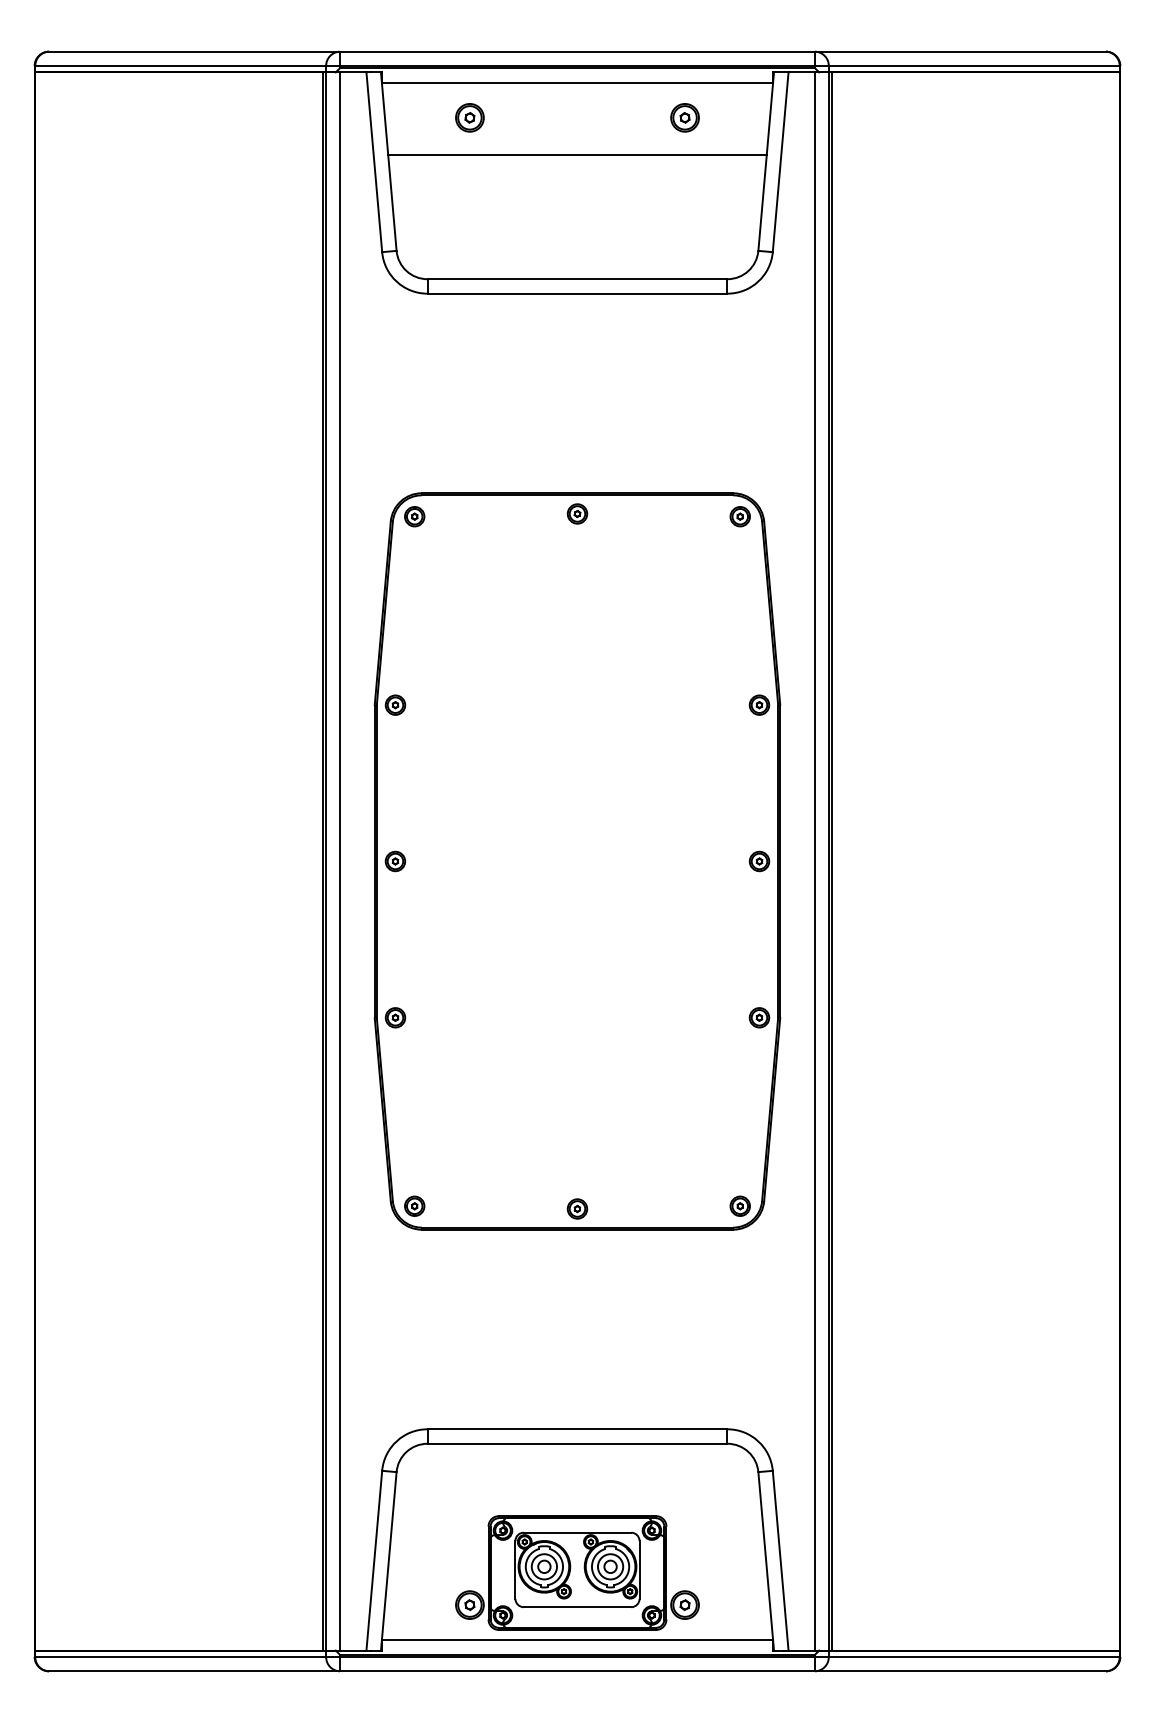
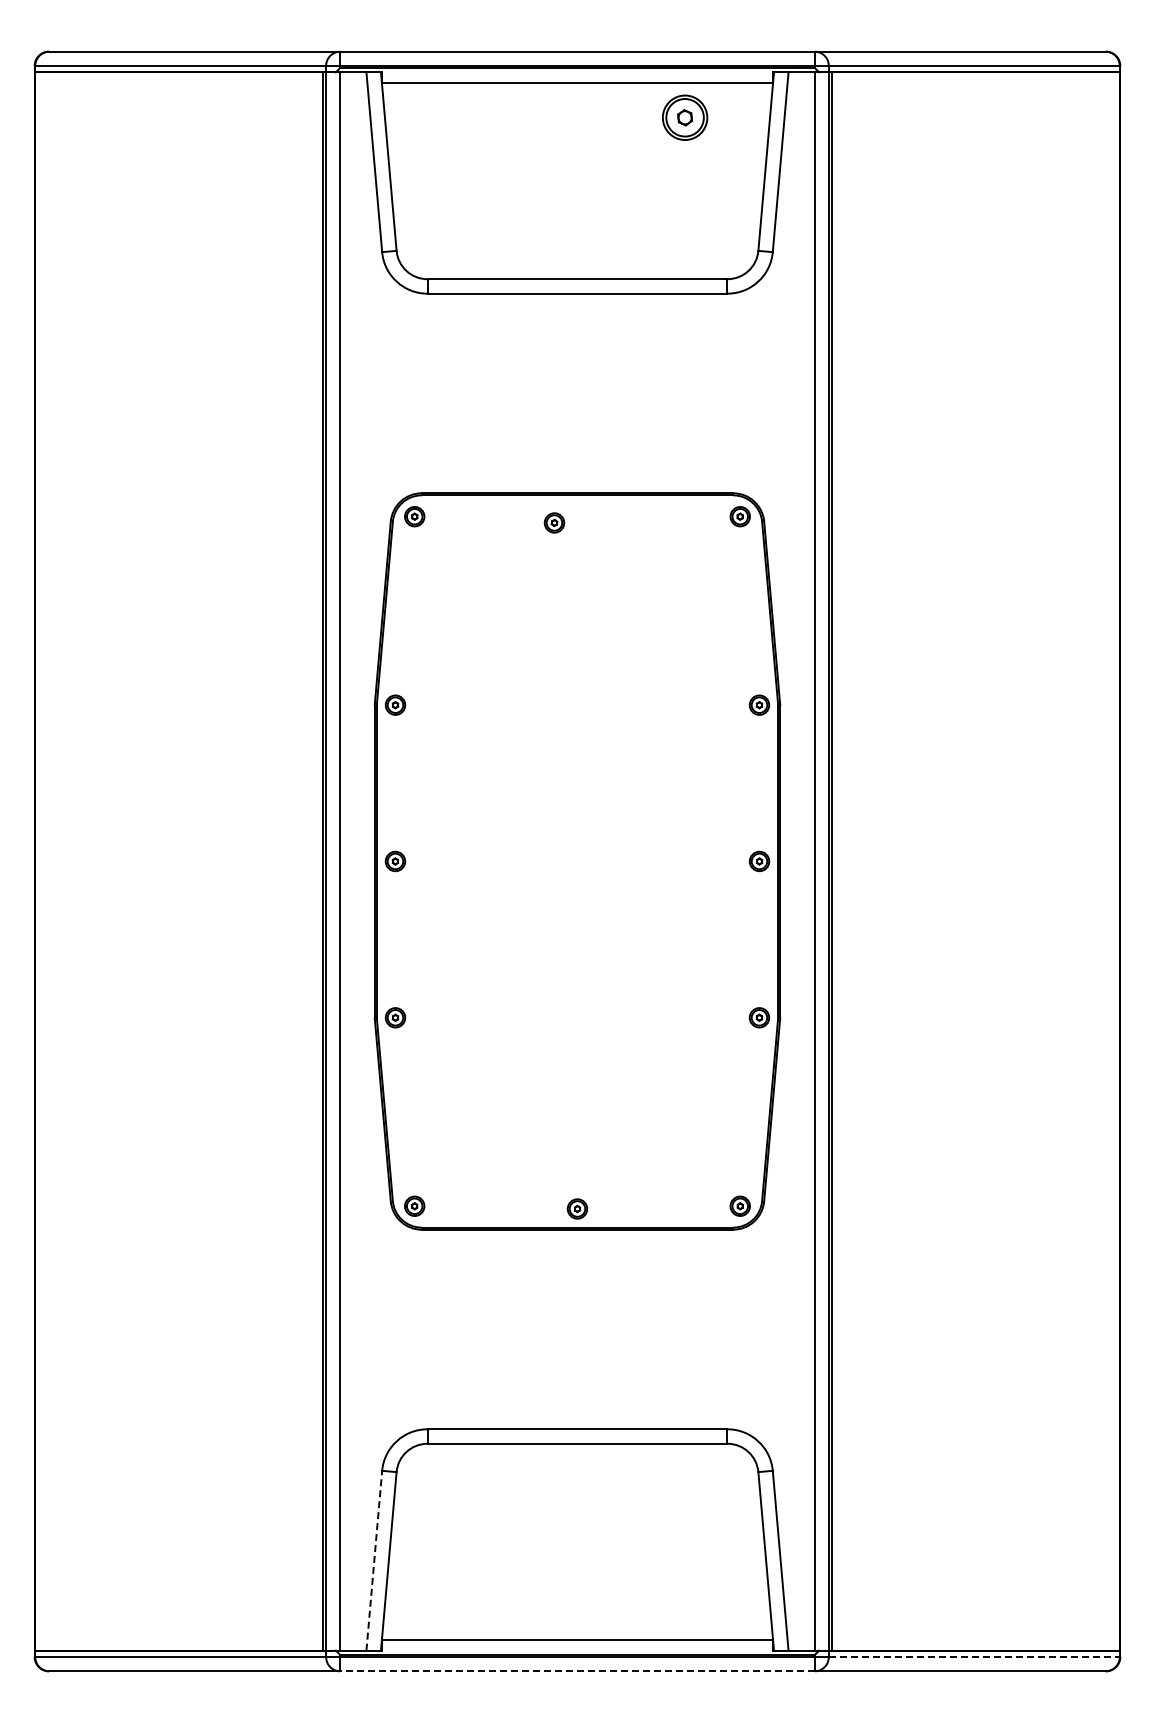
part at (469, 117): present -> none
part at (684, 117) size: 30x30 px -> 47x47 px
line at (577, 155): present -> none
part at (577, 513) position: (577, 513) -> (554, 522)
line at (374, 1560): solid -> dashed
part at (577, 1572): present -> none
line at (974, 1656): solid -> dashed
line at (577, 1671): solid -> dashed
